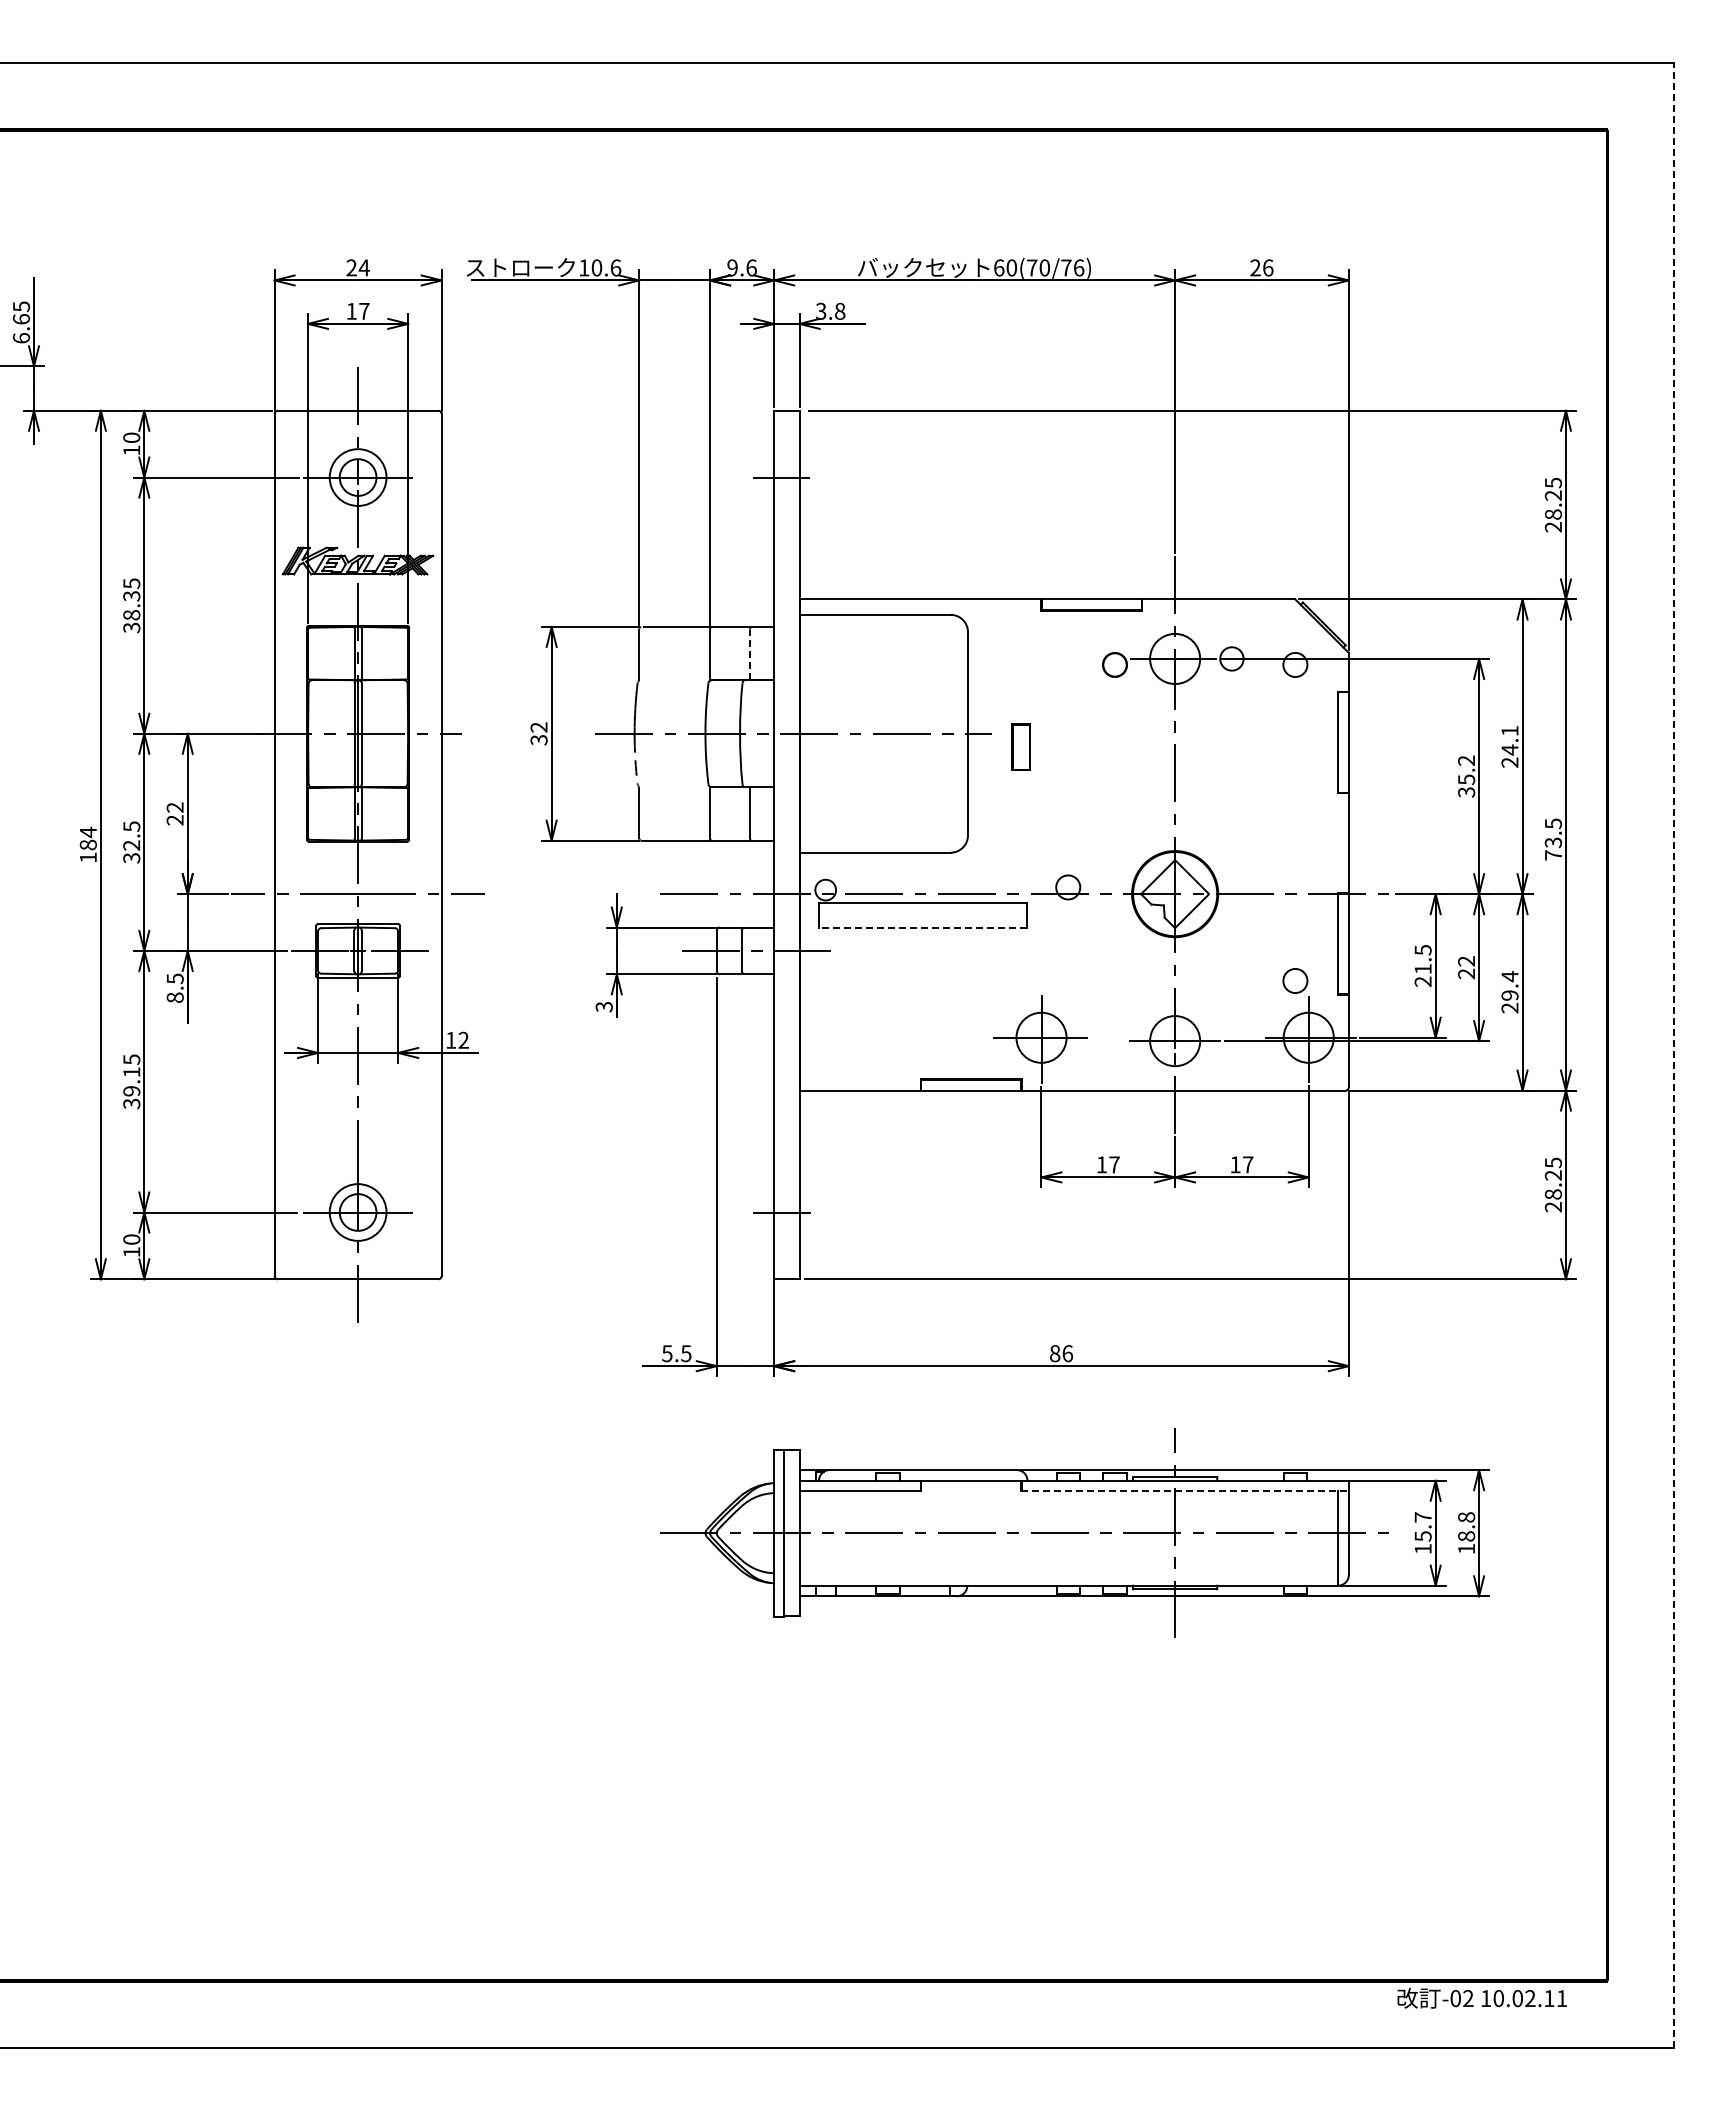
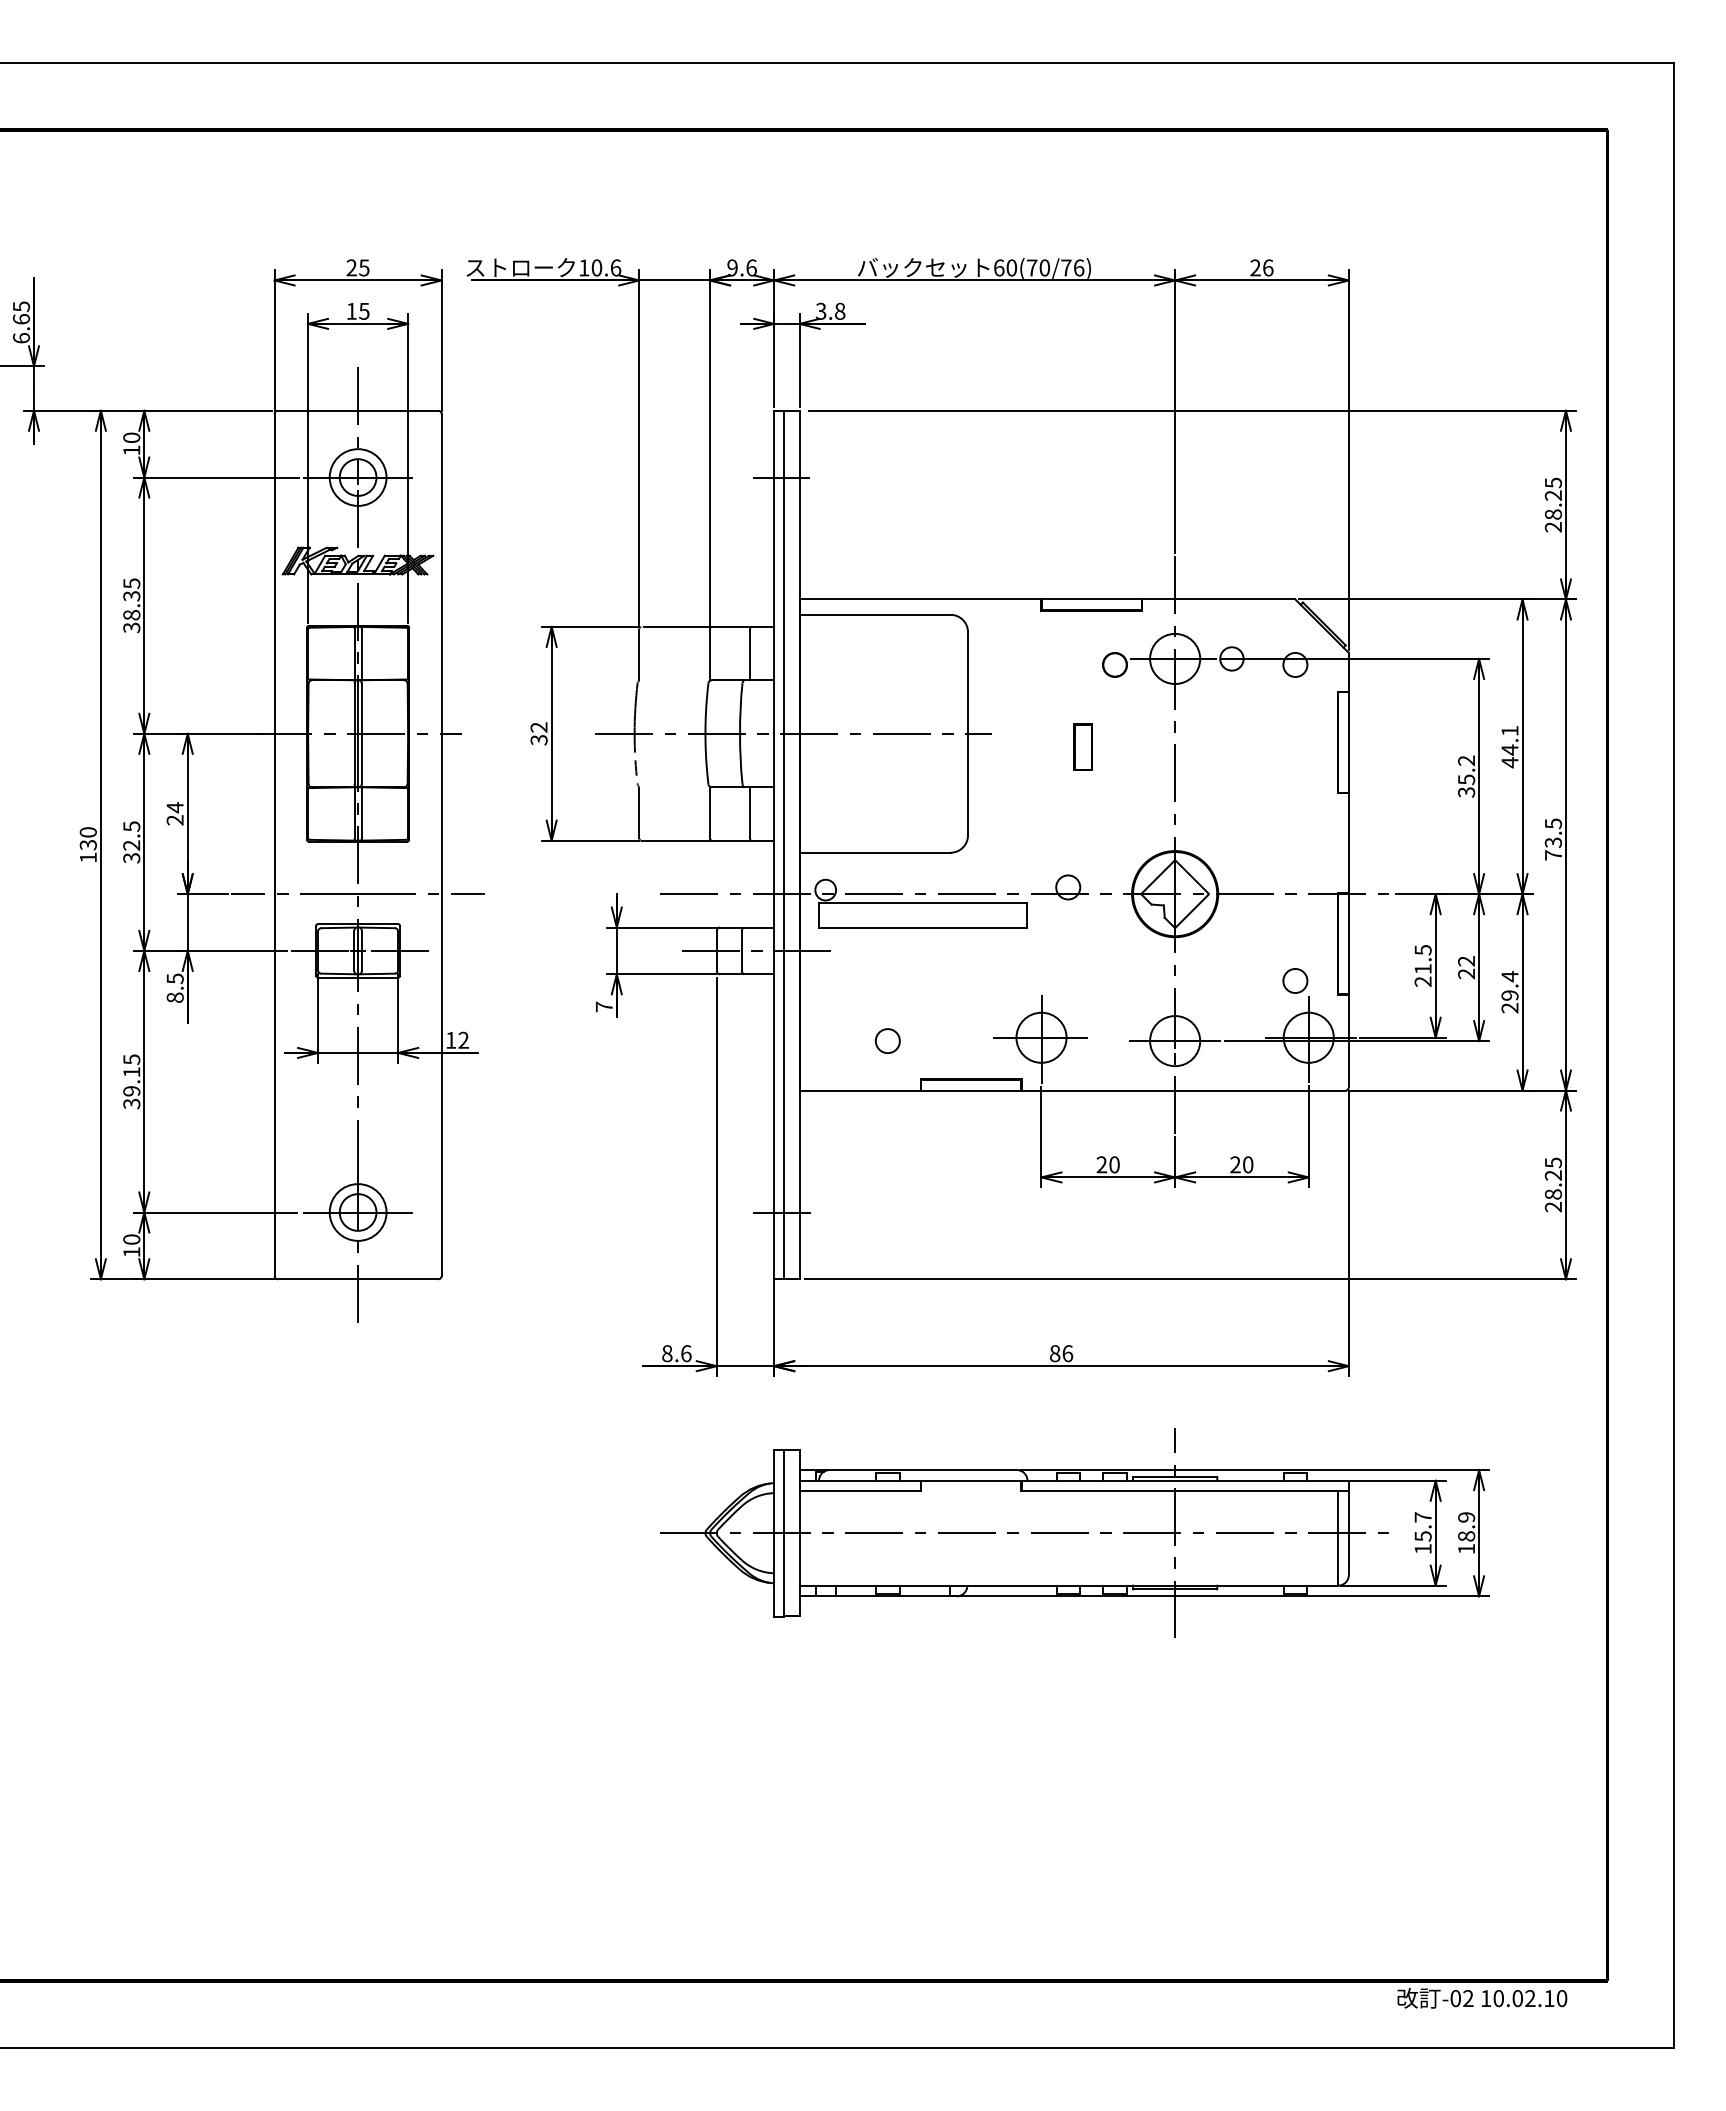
text at (363, 267): 24 -> 25
text at (364, 311): 17 -> 15
line at (749, 654): dashed -> solid
part at (1020, 746) position: (1020, 746) -> (1082, 746)
text at (1509, 762): 24.1 -> 44.1
text at (174, 807): 22 -> 24
text at (87, 838): 184 -> 130
line at (784, 844): none -> present
line at (922, 928): dashed -> solid
text at (603, 1006): 3 -> 7
circle at (887, 1040): none -> present
line at (1674, 1055): dashed -> solid
text at (1107, 1164): 17 -> 20
text at (1241, 1164): 17 -> 20
text at (676, 1353): 5.5 -> 8.6
line at (1185, 1491): dashed -> solid
text at (1466, 1517): 18.8 -> 18.9
text at (1562, 1998): 10.02.11 -> 10.02.10
